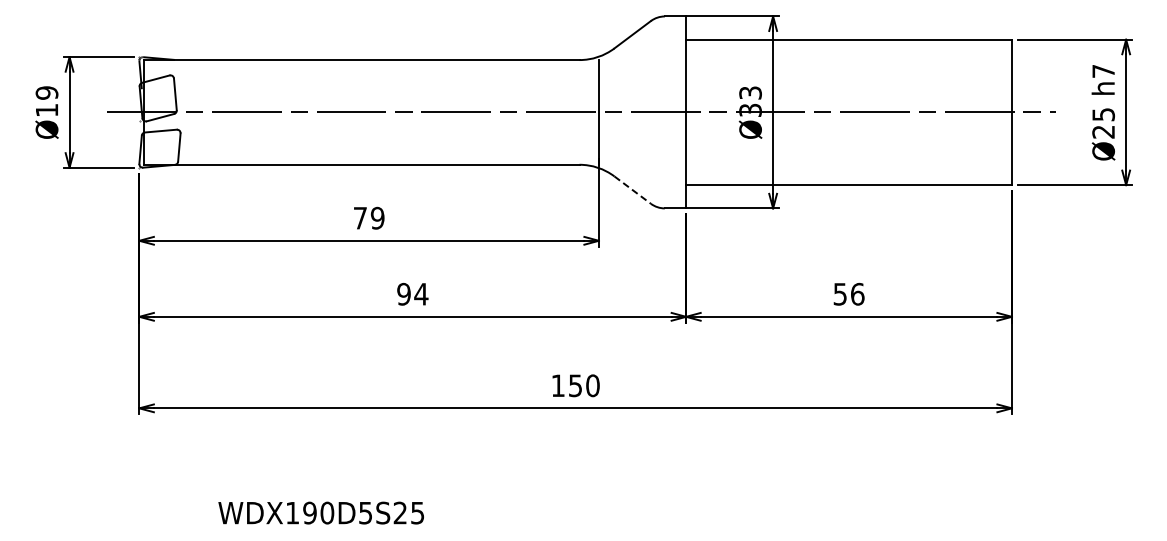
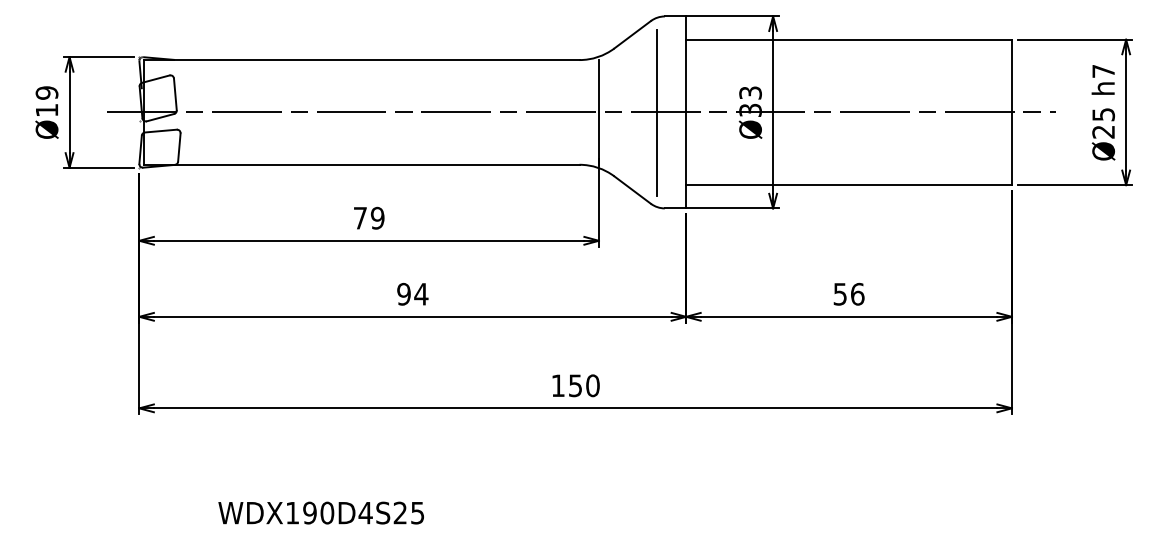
line at (657, 113): none -> present
line at (632, 190): dashed -> solid
text at (365, 513): WDX190D5S25 -> WDX190D4S25
